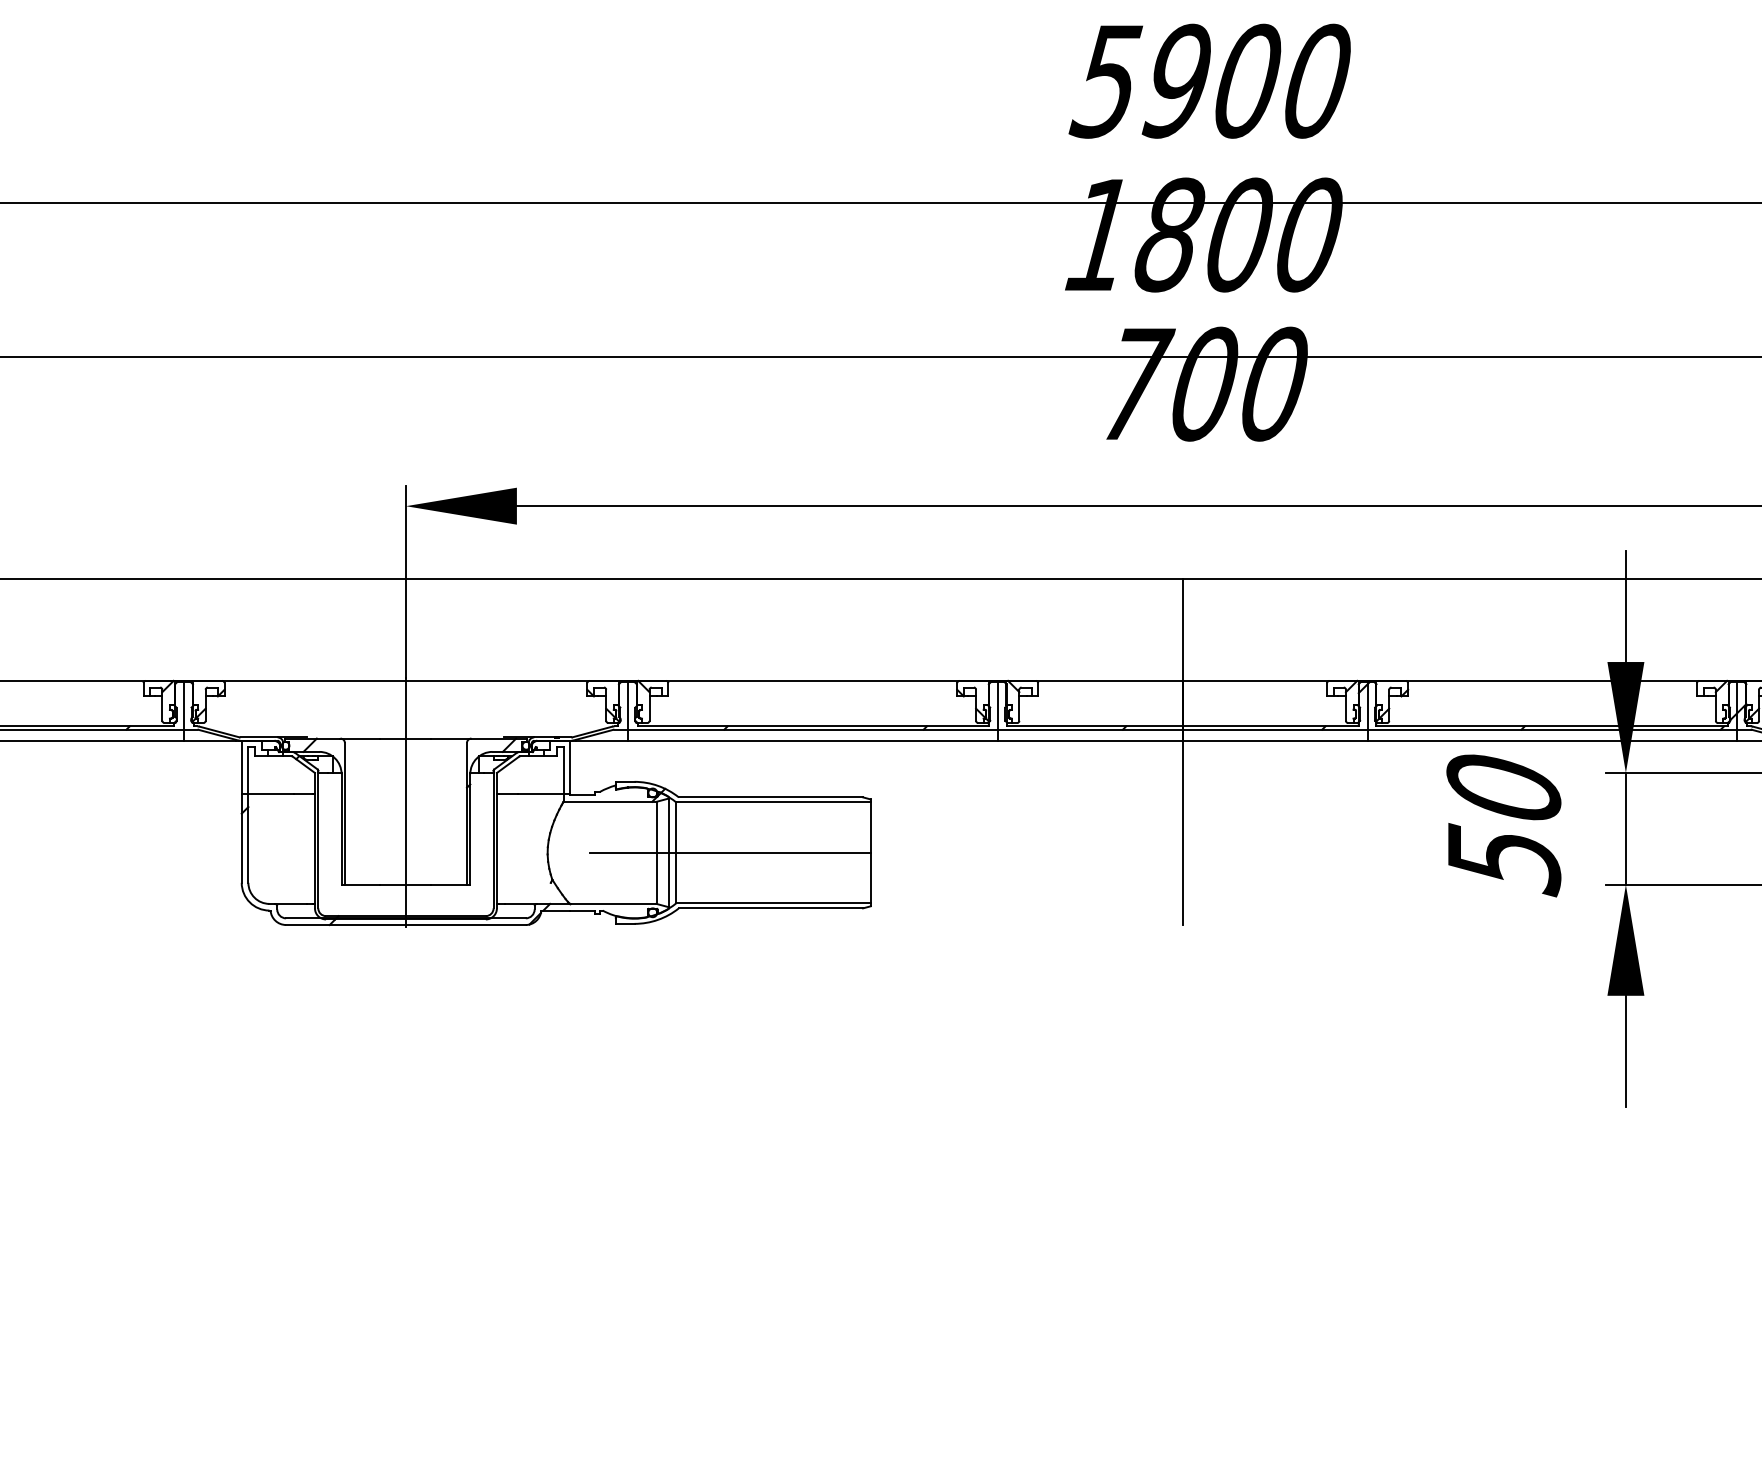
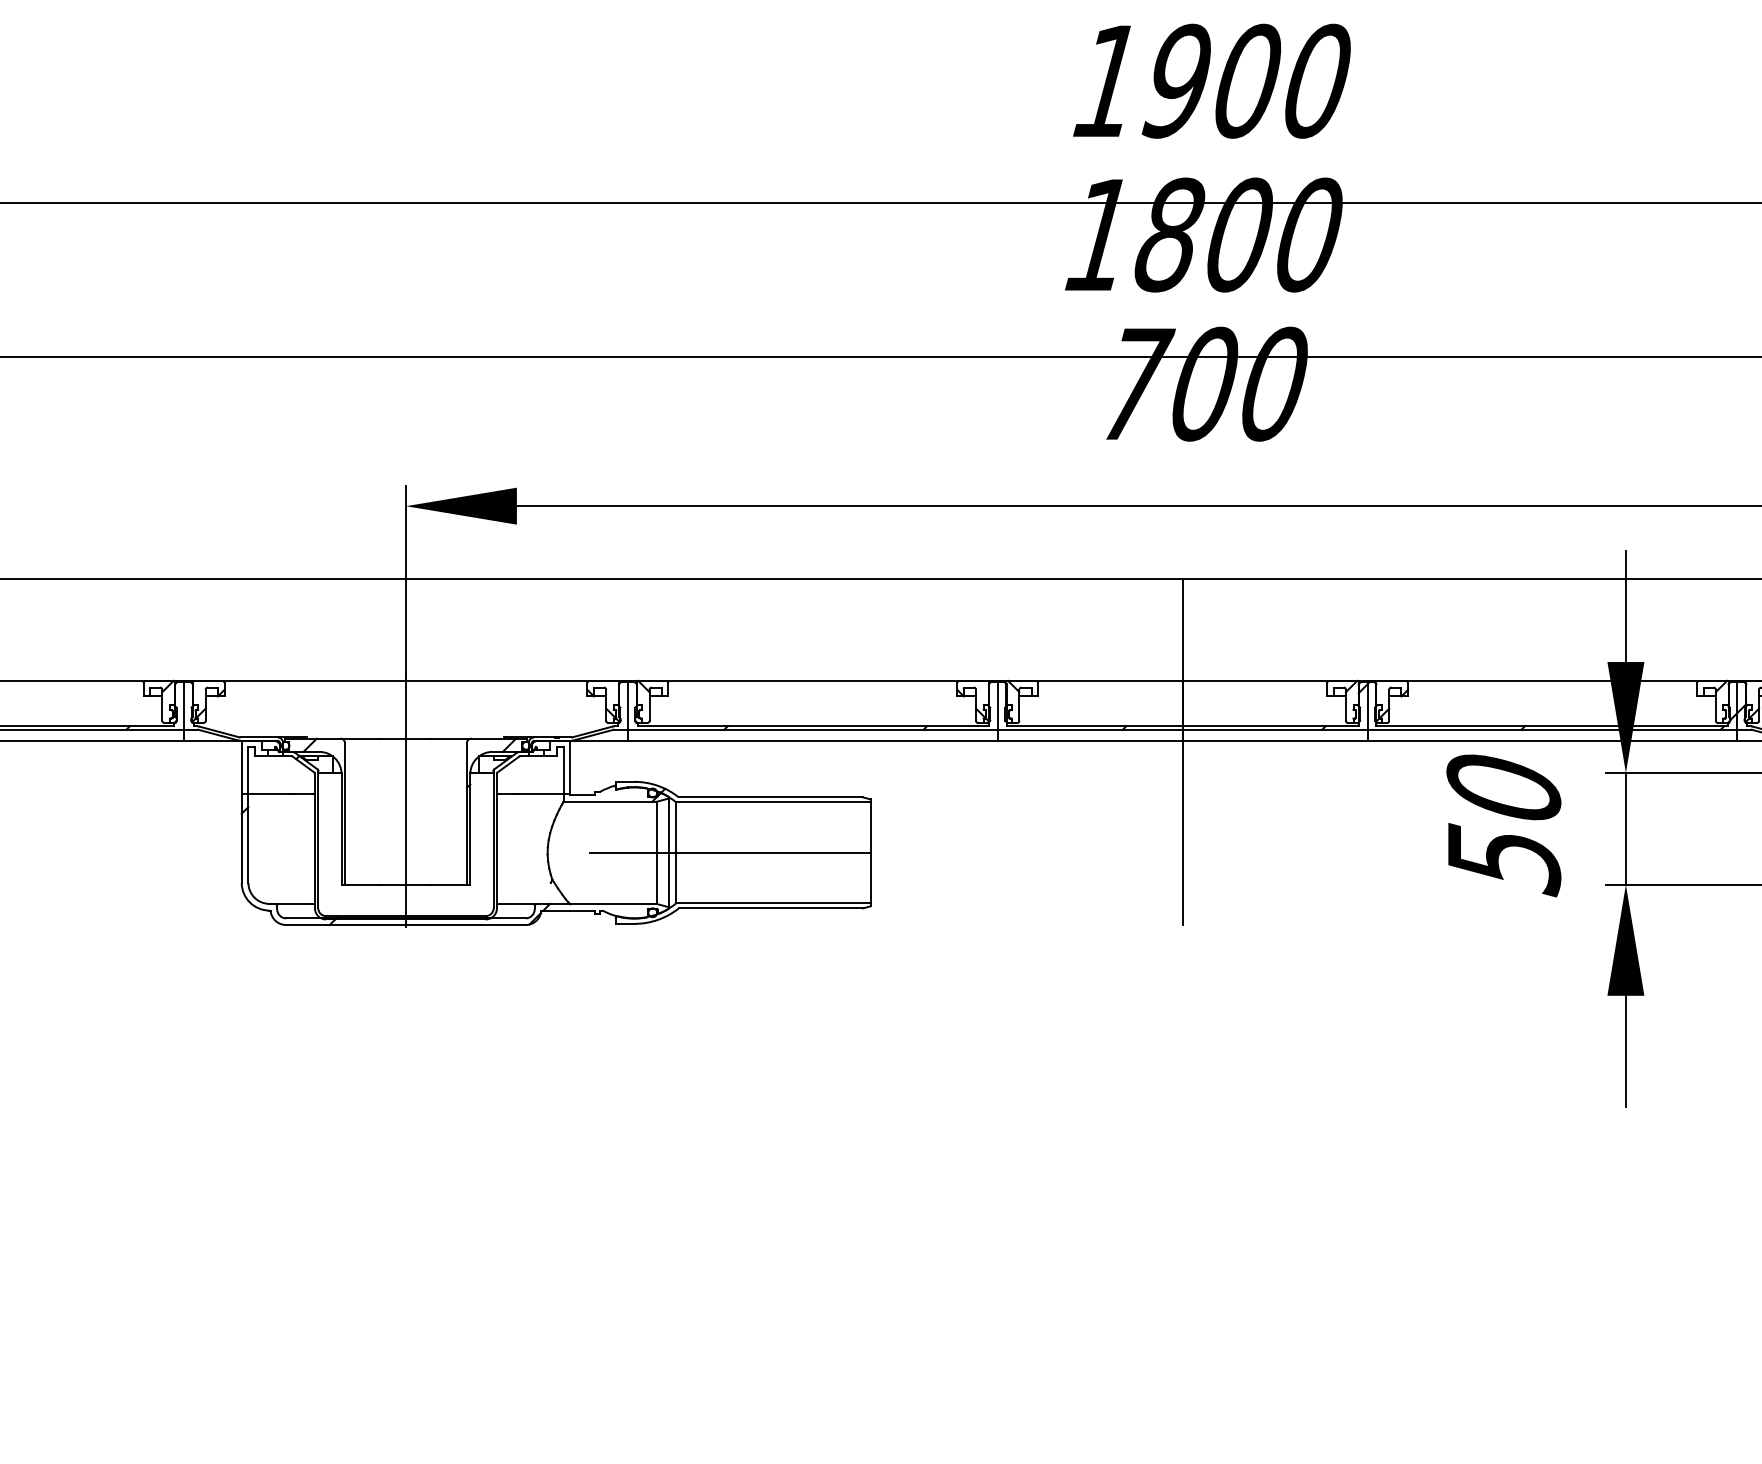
text at (1105, 81): 5900 -> 1900
